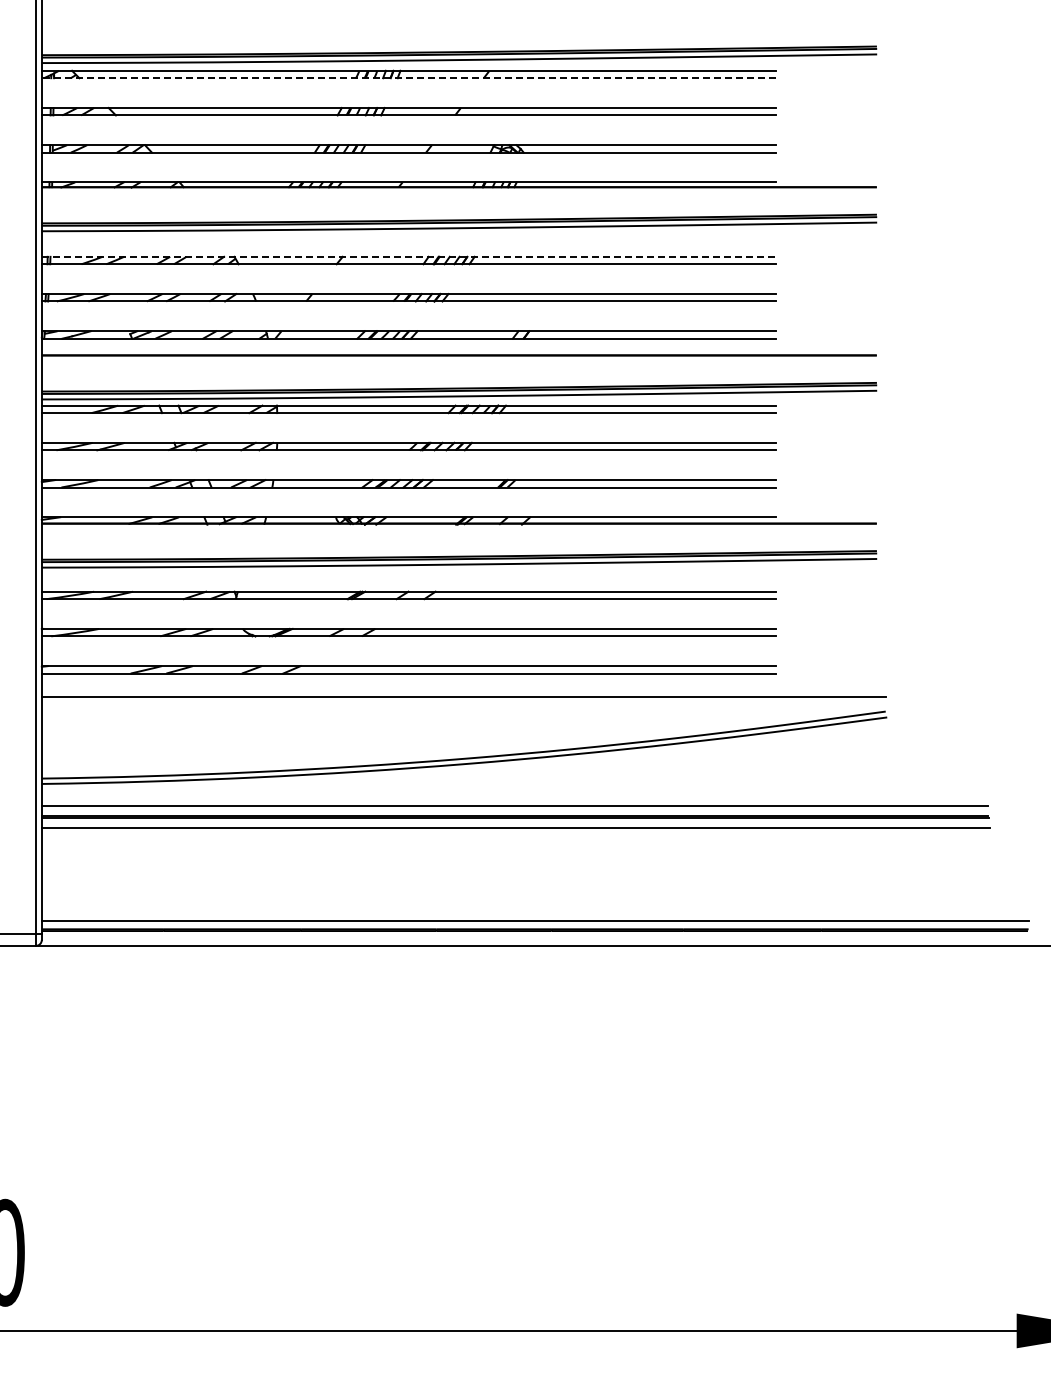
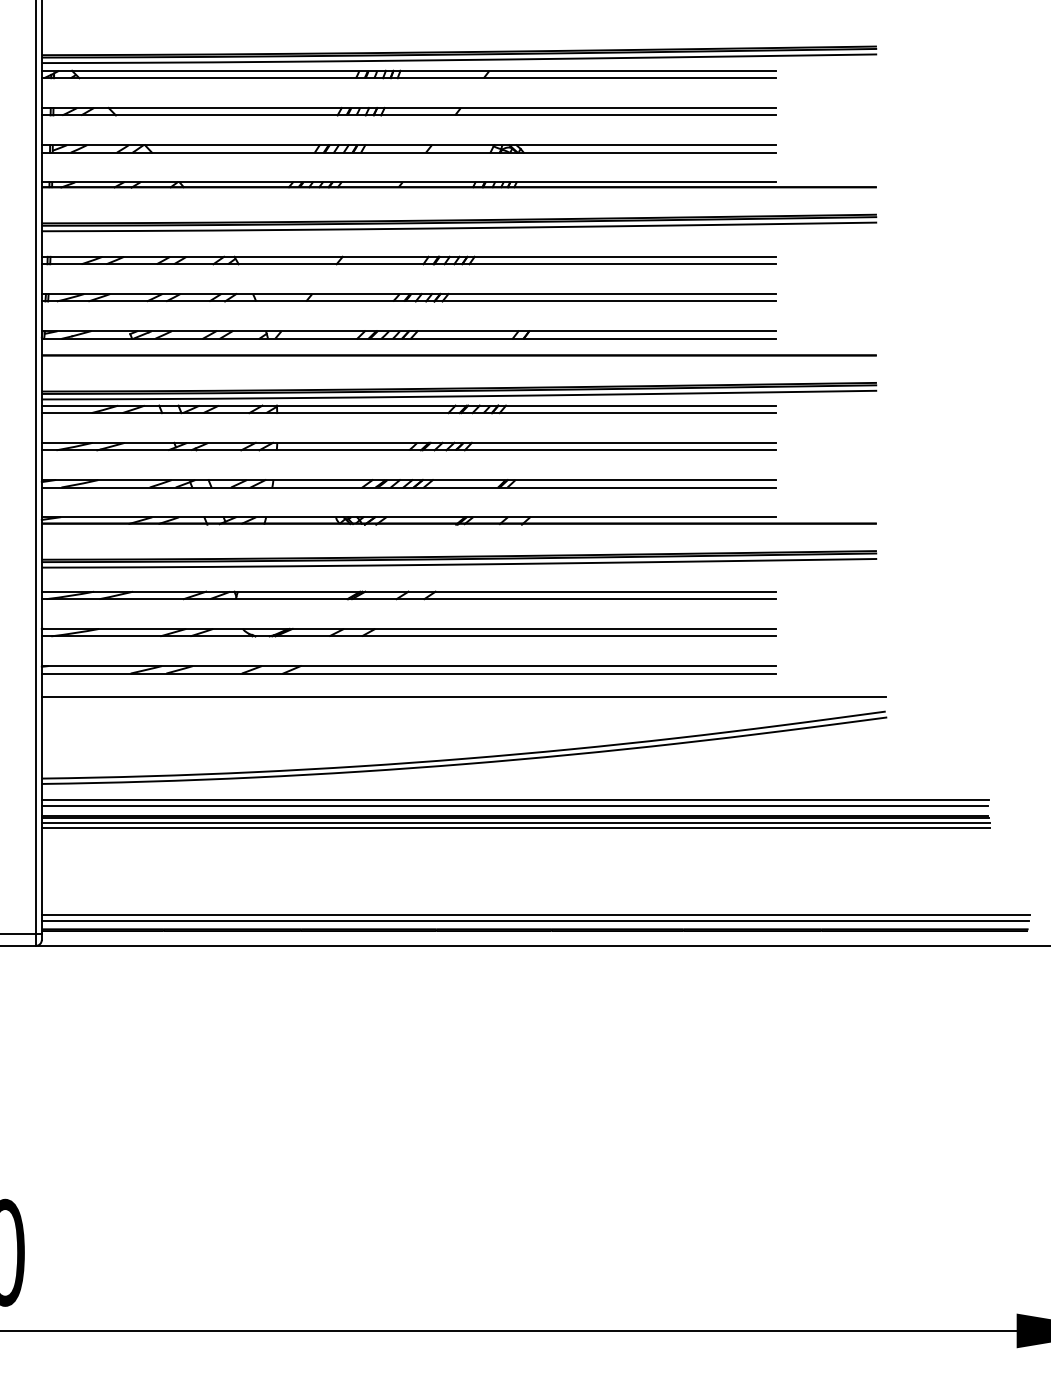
line at (408, 78): dashed -> solid
line at (409, 256): dashed -> solid
line at (515, 800): none -> present
line at (515, 823): none -> present
line at (535, 914): none -> present
